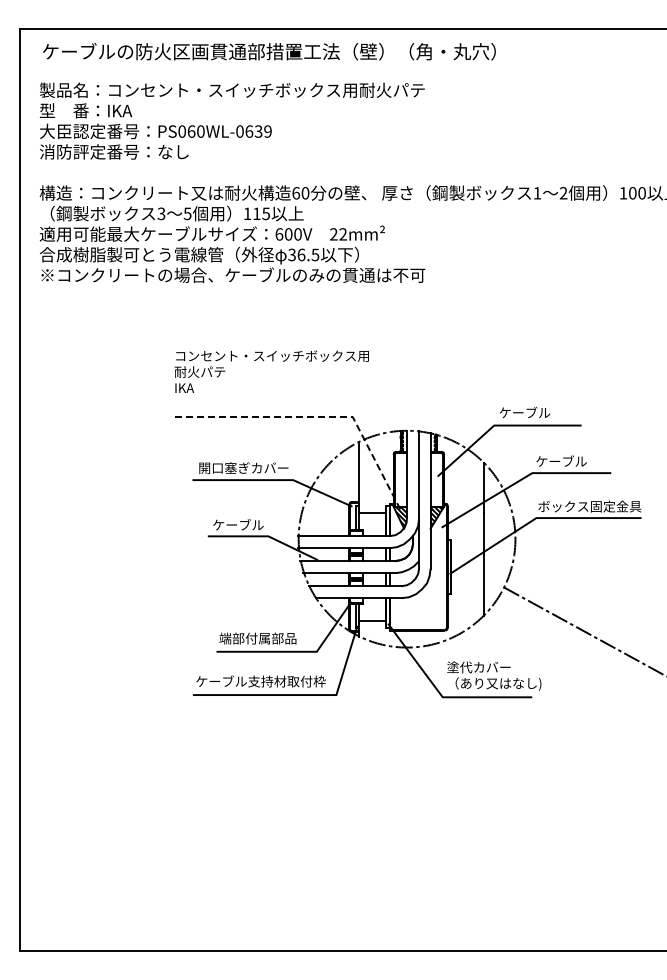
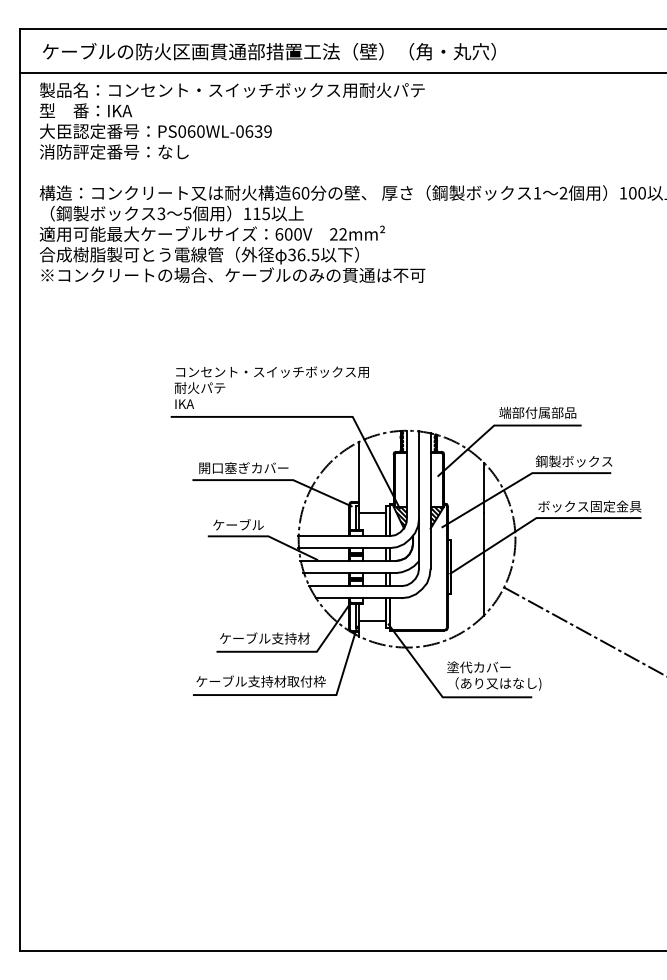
line at (341, 73): none -> present
text at (271, 371) position: (271, 371) -> (271, 387)
text at (537, 412): ケーブル -> 端部付属部品
line at (313, 416): dashed -> solid
text at (573, 461): ケーブル -> 鋼製ボックス
text at (264, 638): 端部付属部品 -> ケーブル支持材
